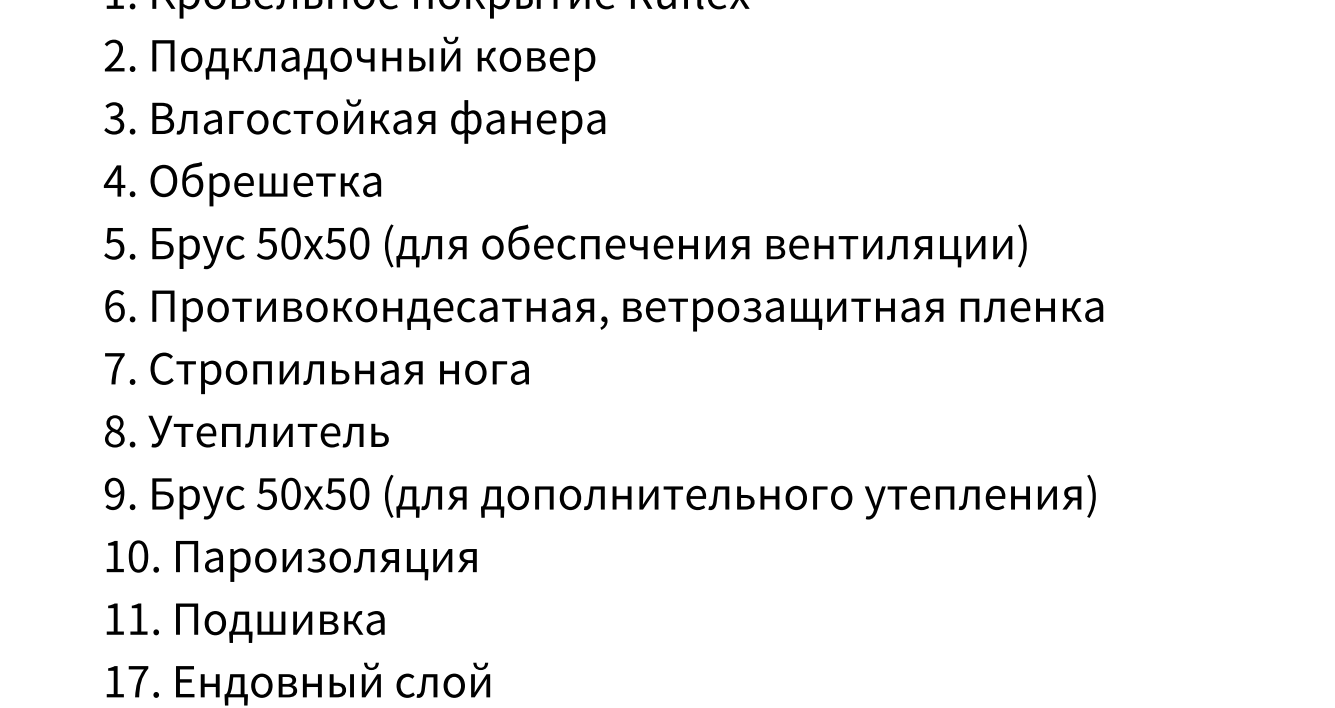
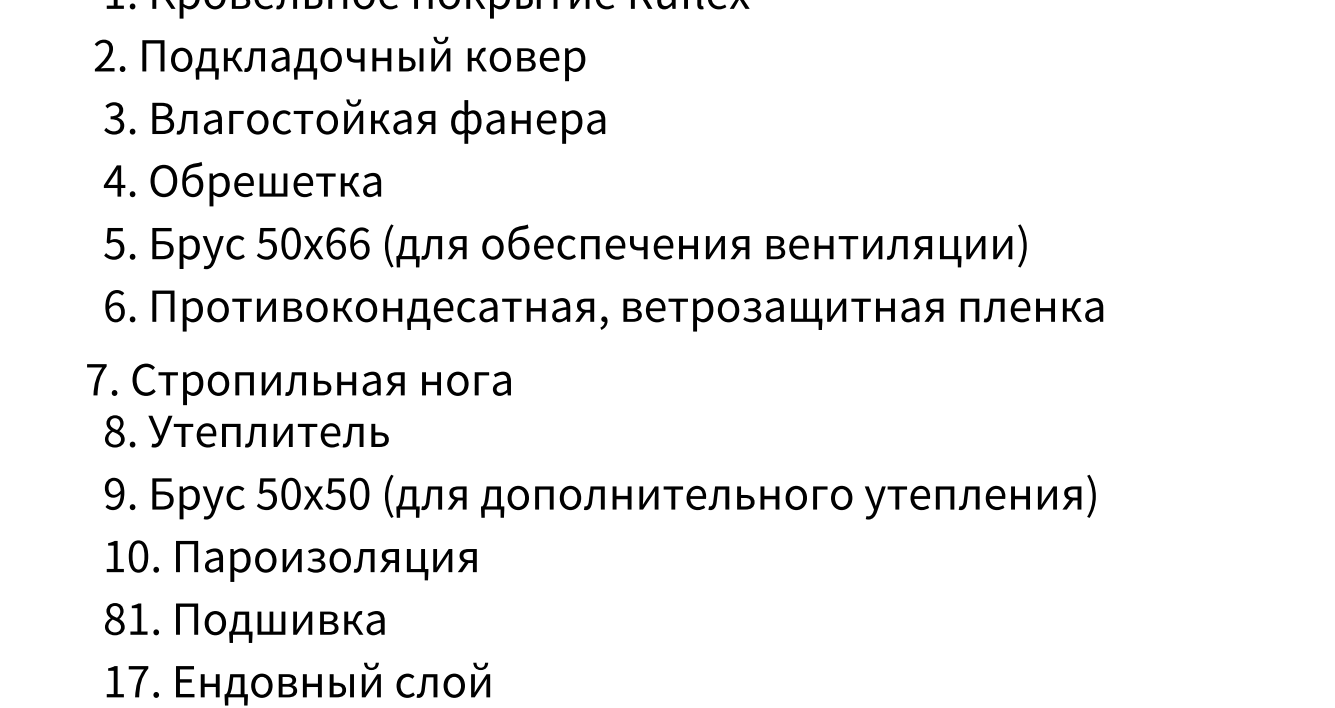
text at (349, 58) position: (349, 58) -> (339, 58)
text at (347, 243): 50 -> 66
text at (316, 373) position: (316, 373) -> (298, 384)
text at (114, 619): 11. -> 81.
